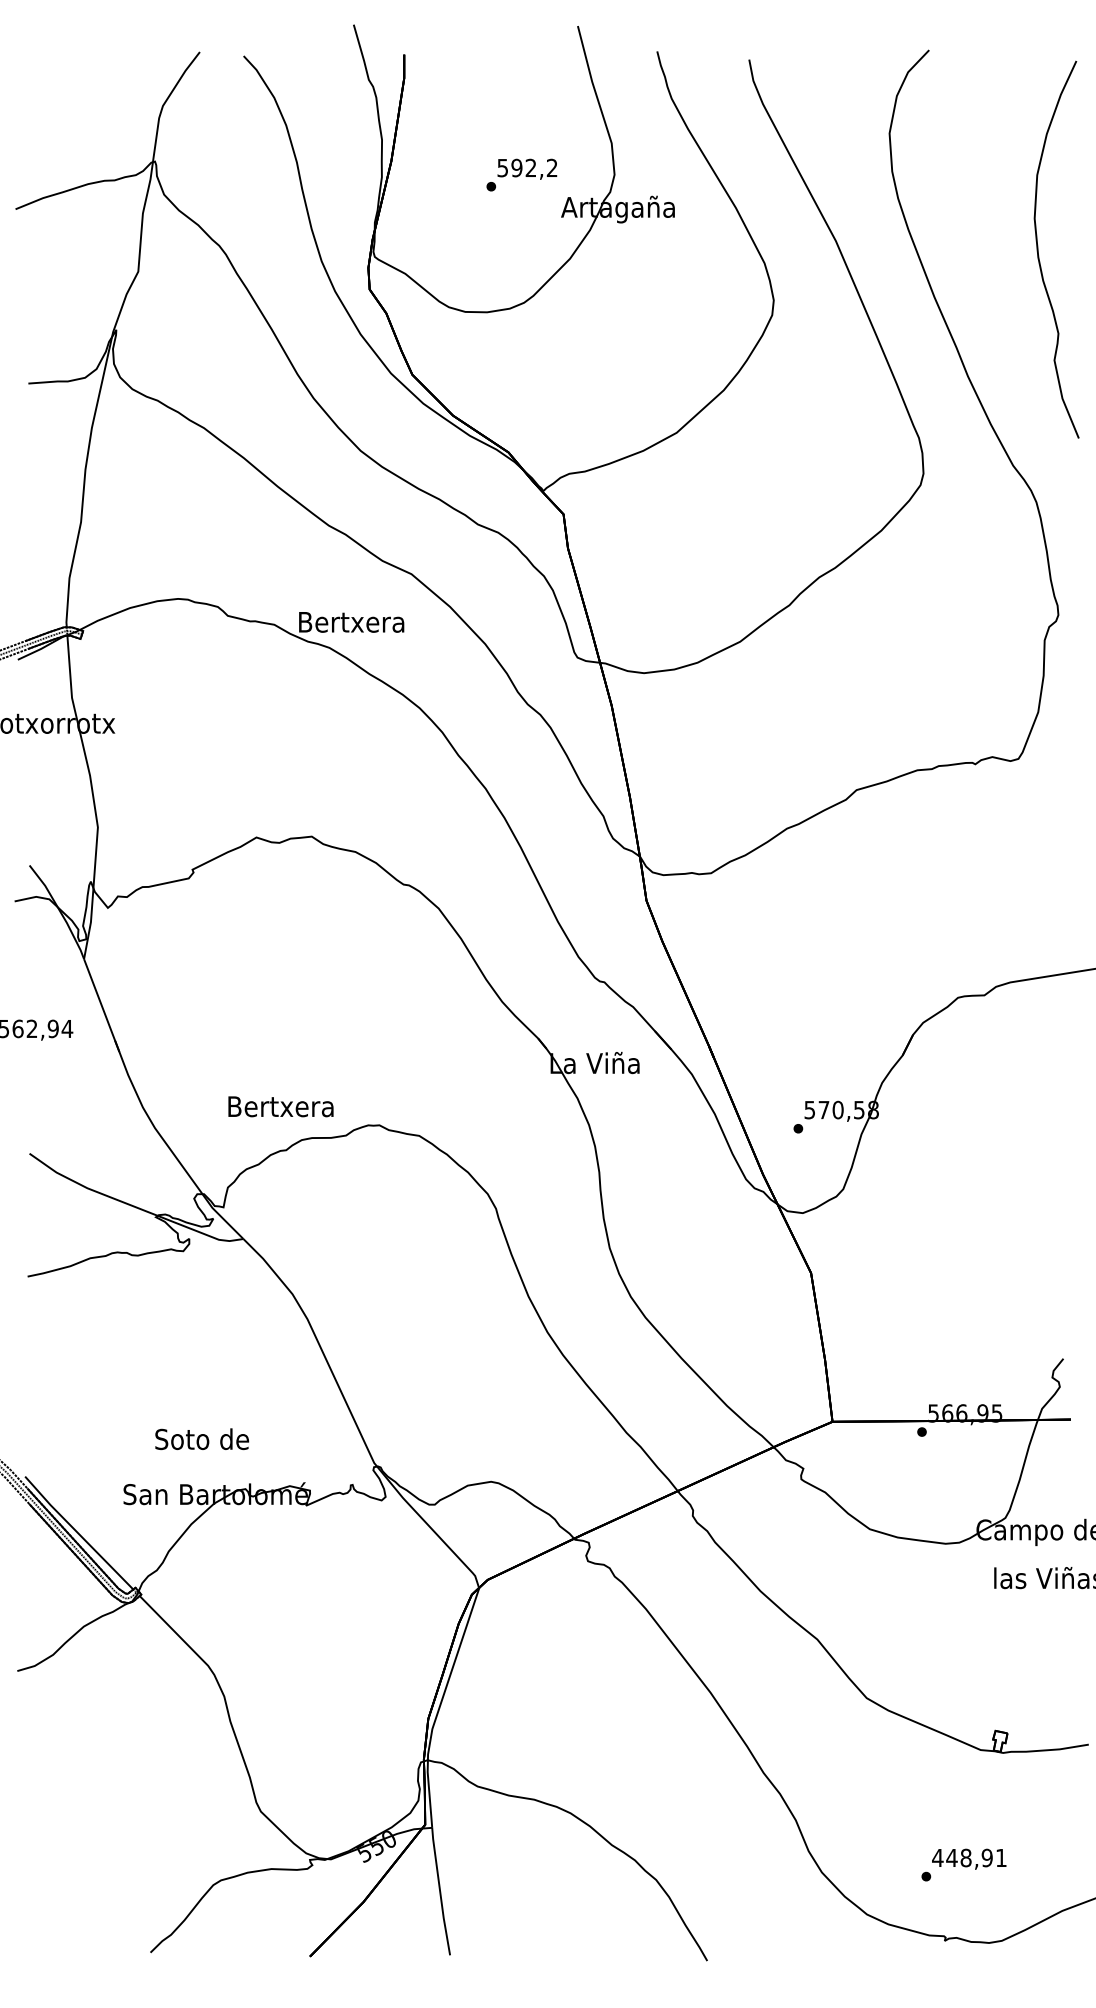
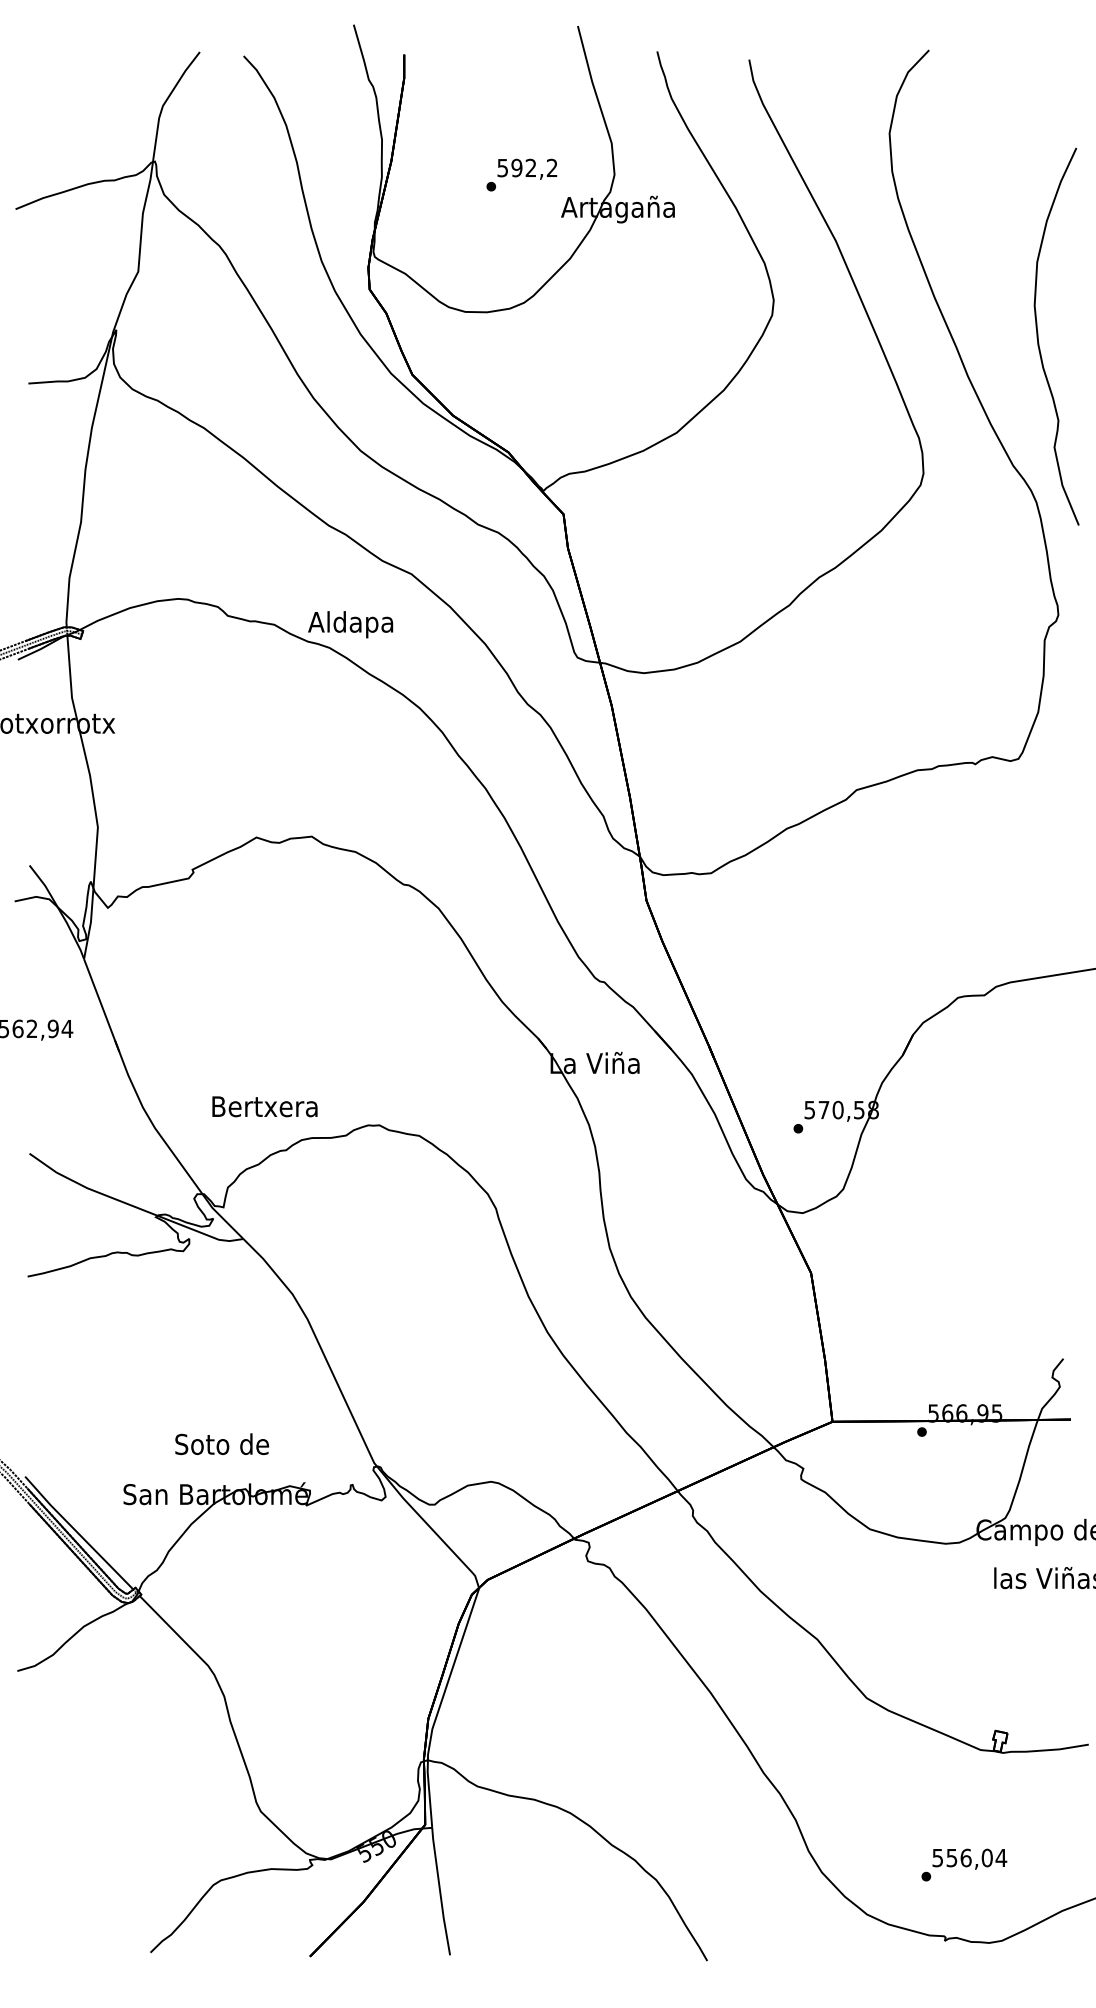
curve at (1038, 249) position: (1038, 249) -> (1038, 336)
text at (351, 624): Bertxera -> Aldapa
text at (280, 1106) position: (280, 1106) -> (264, 1106)
text at (202, 1439) position: (202, 1439) -> (222, 1444)
text at (969, 1857): 448,91 -> 556,04
